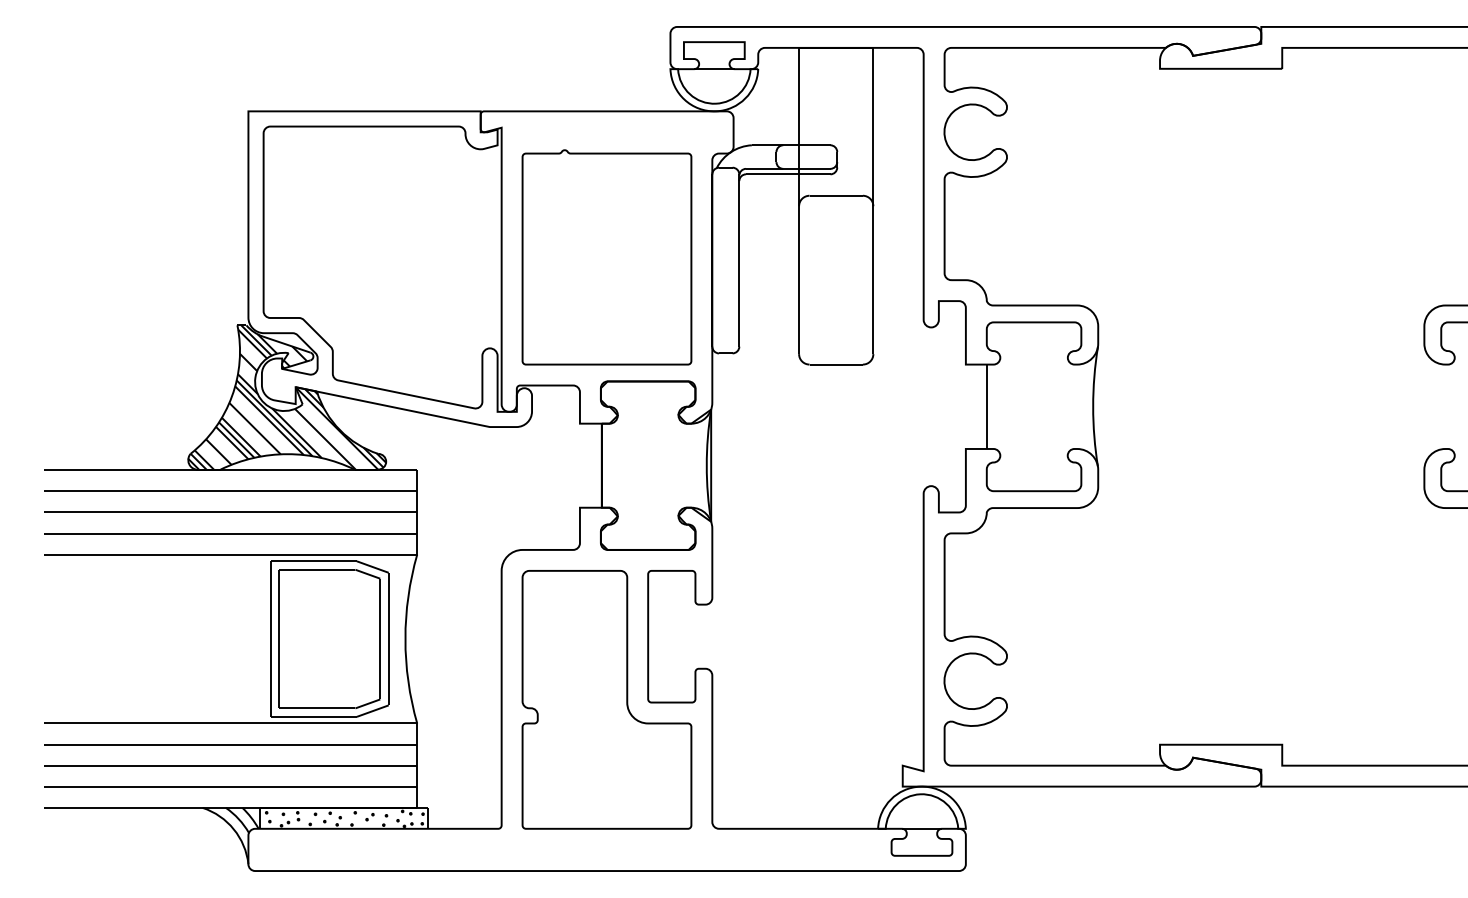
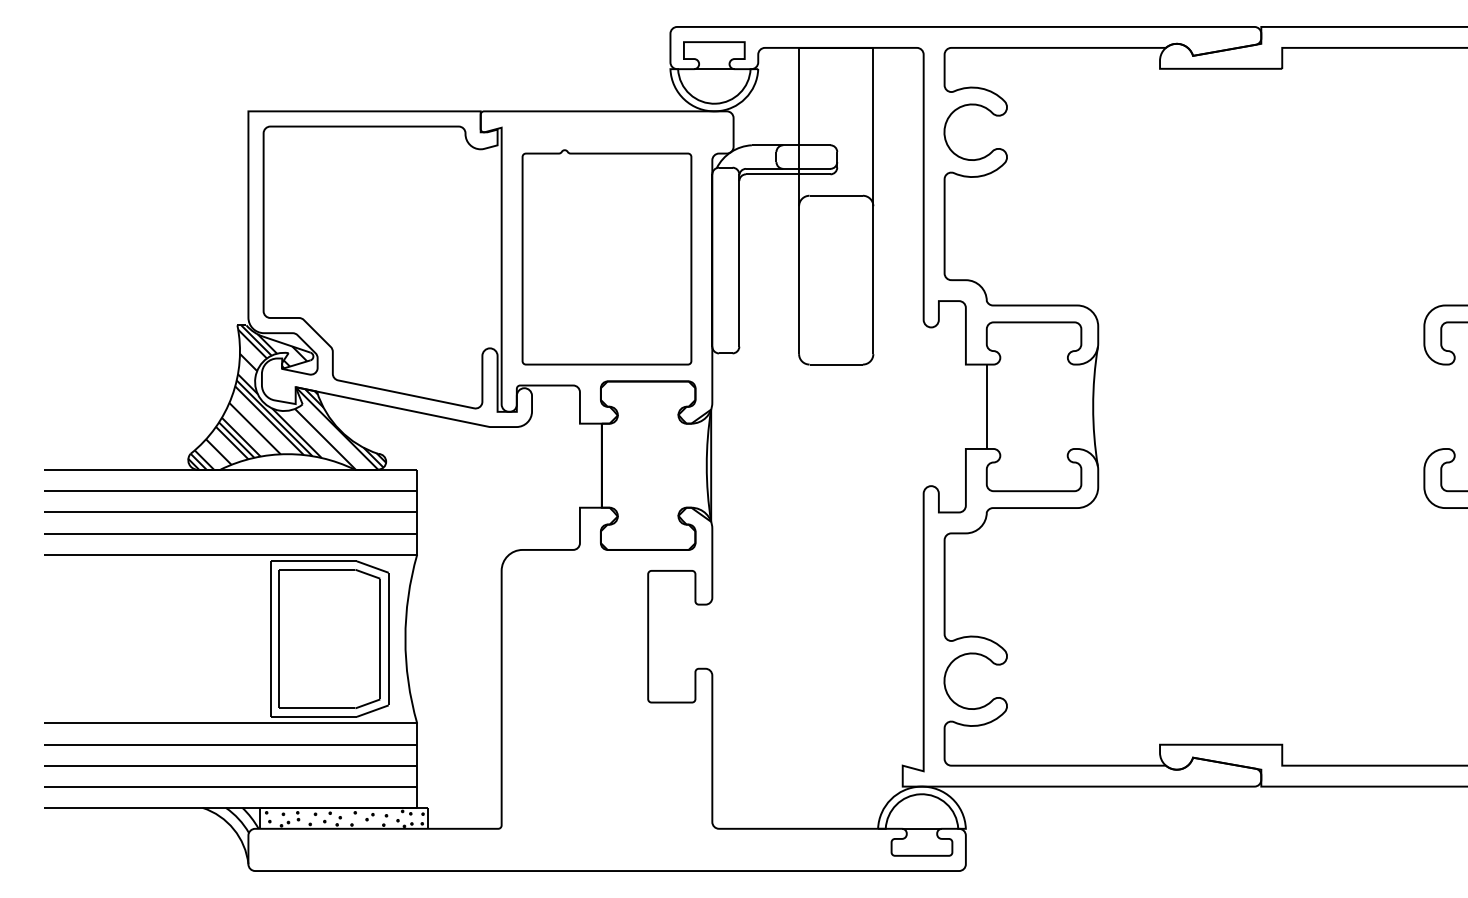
part at (606, 699): present -> none
